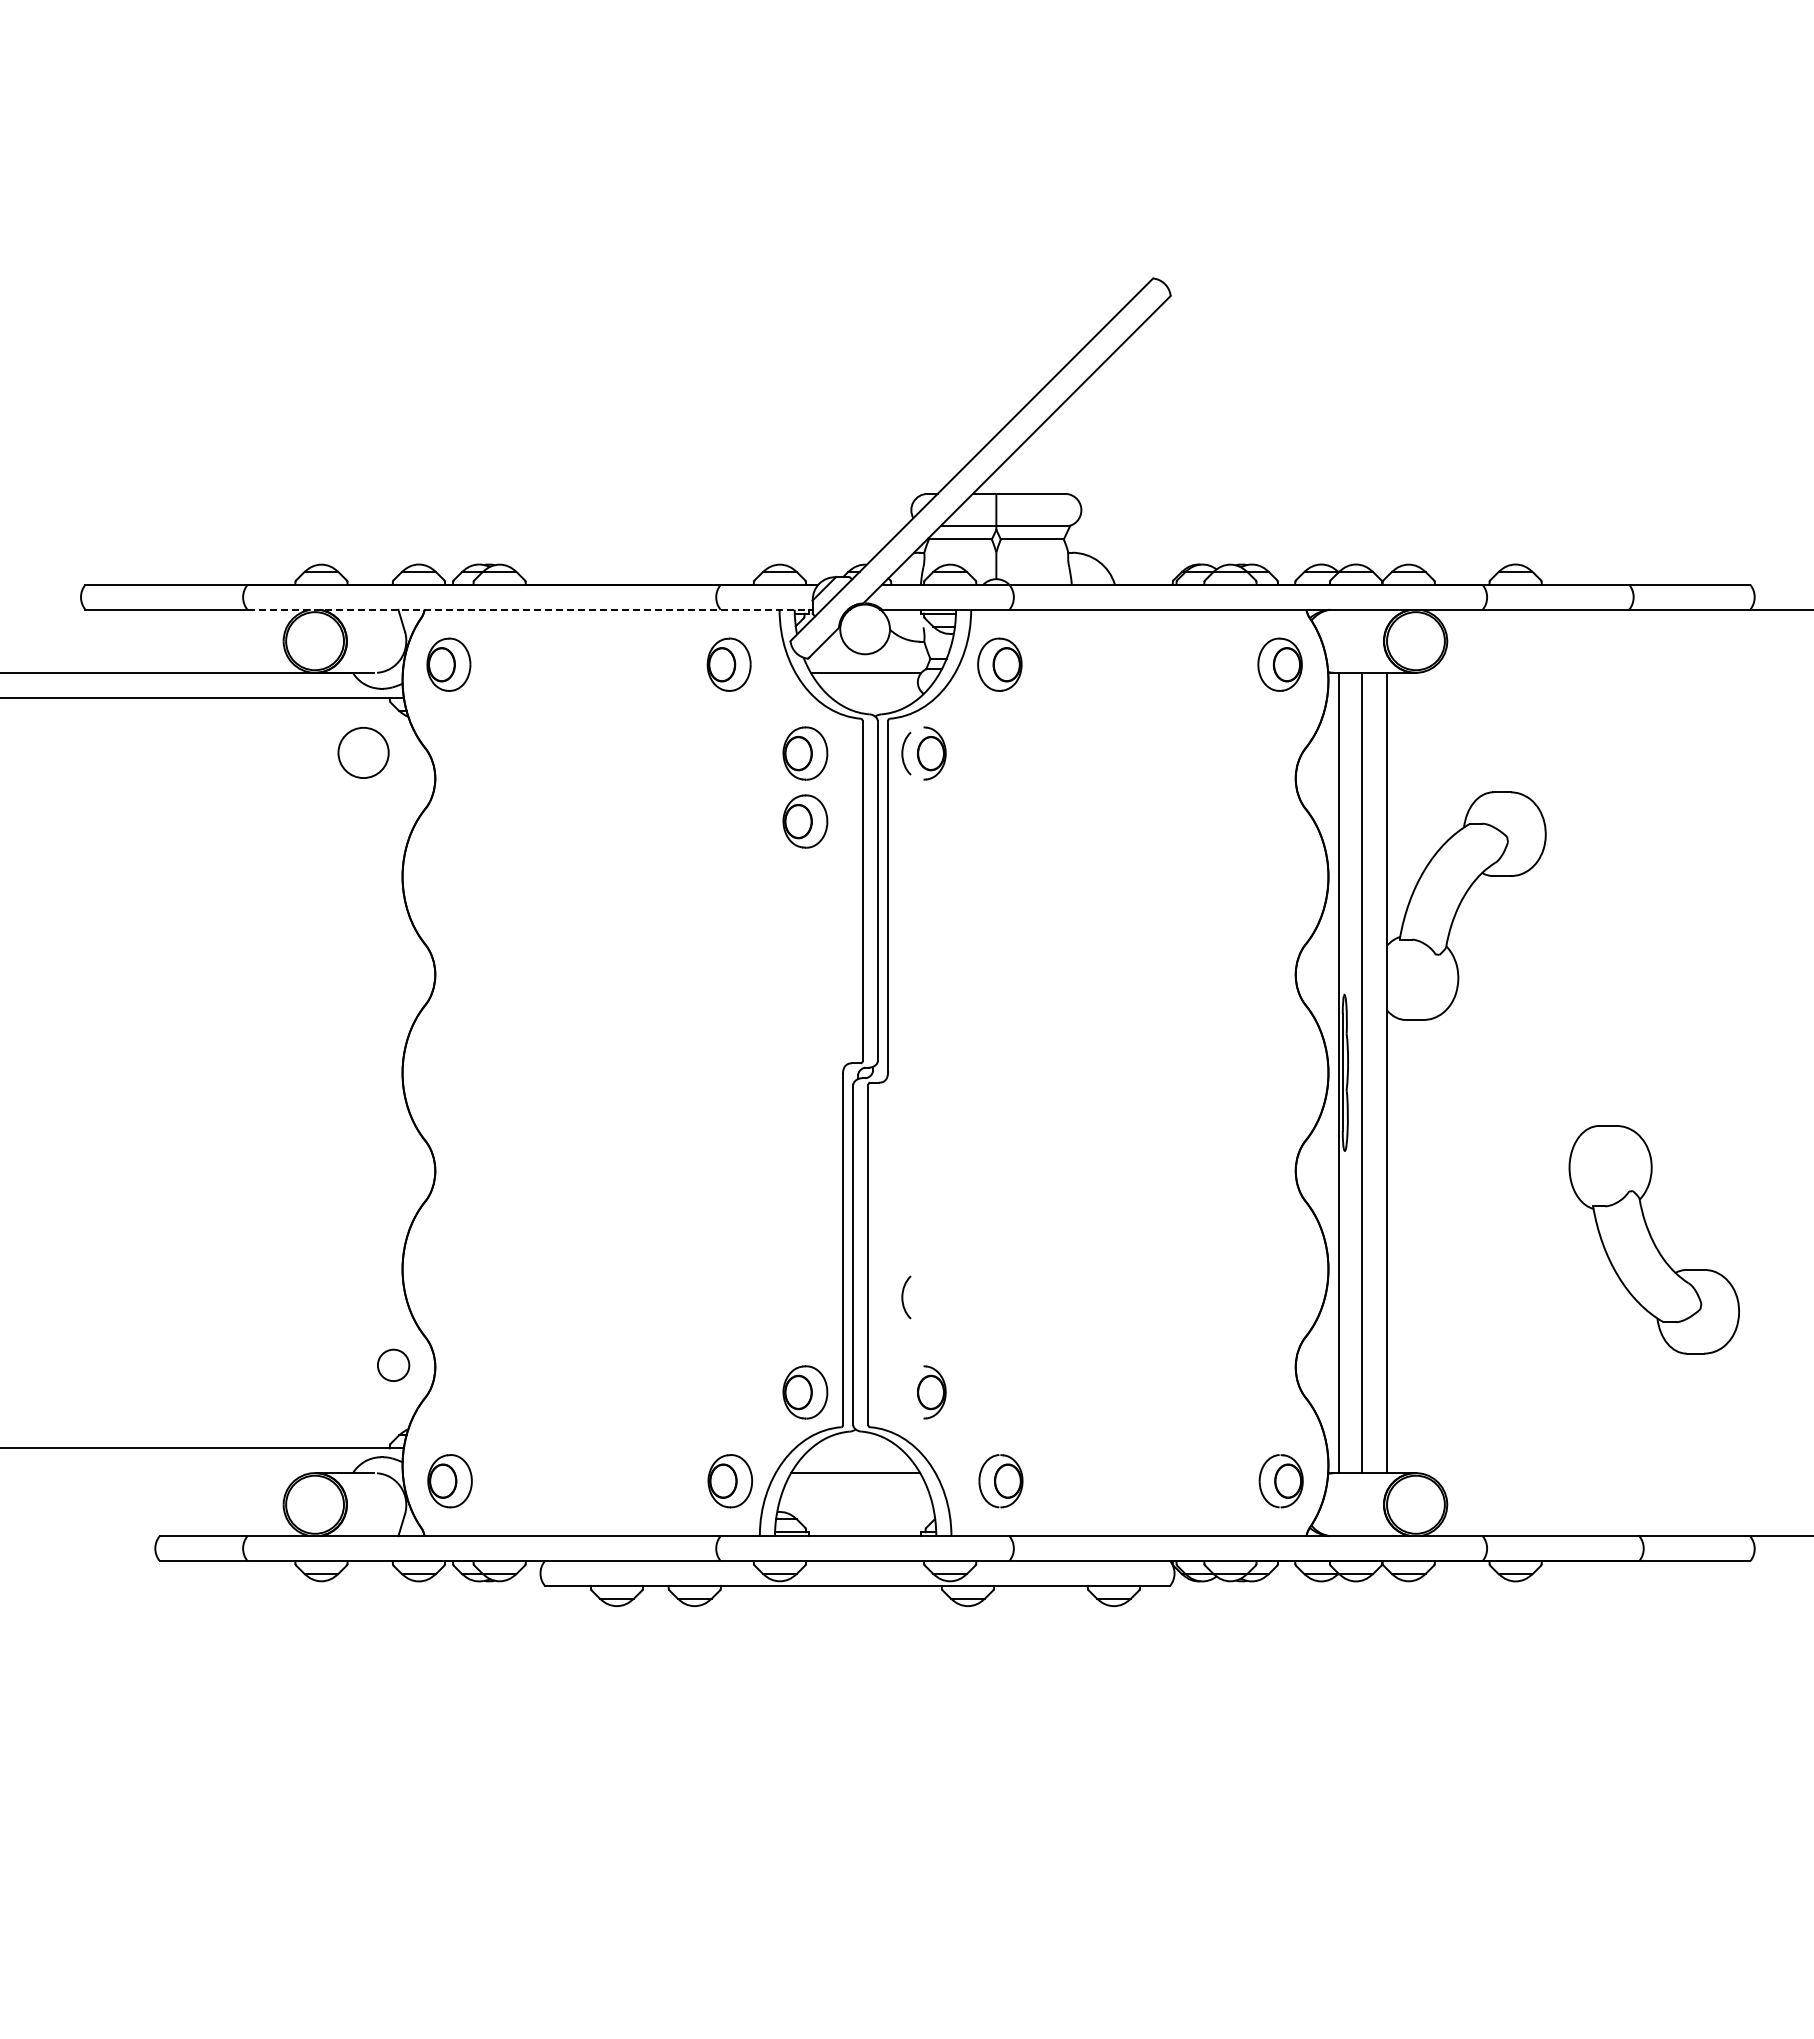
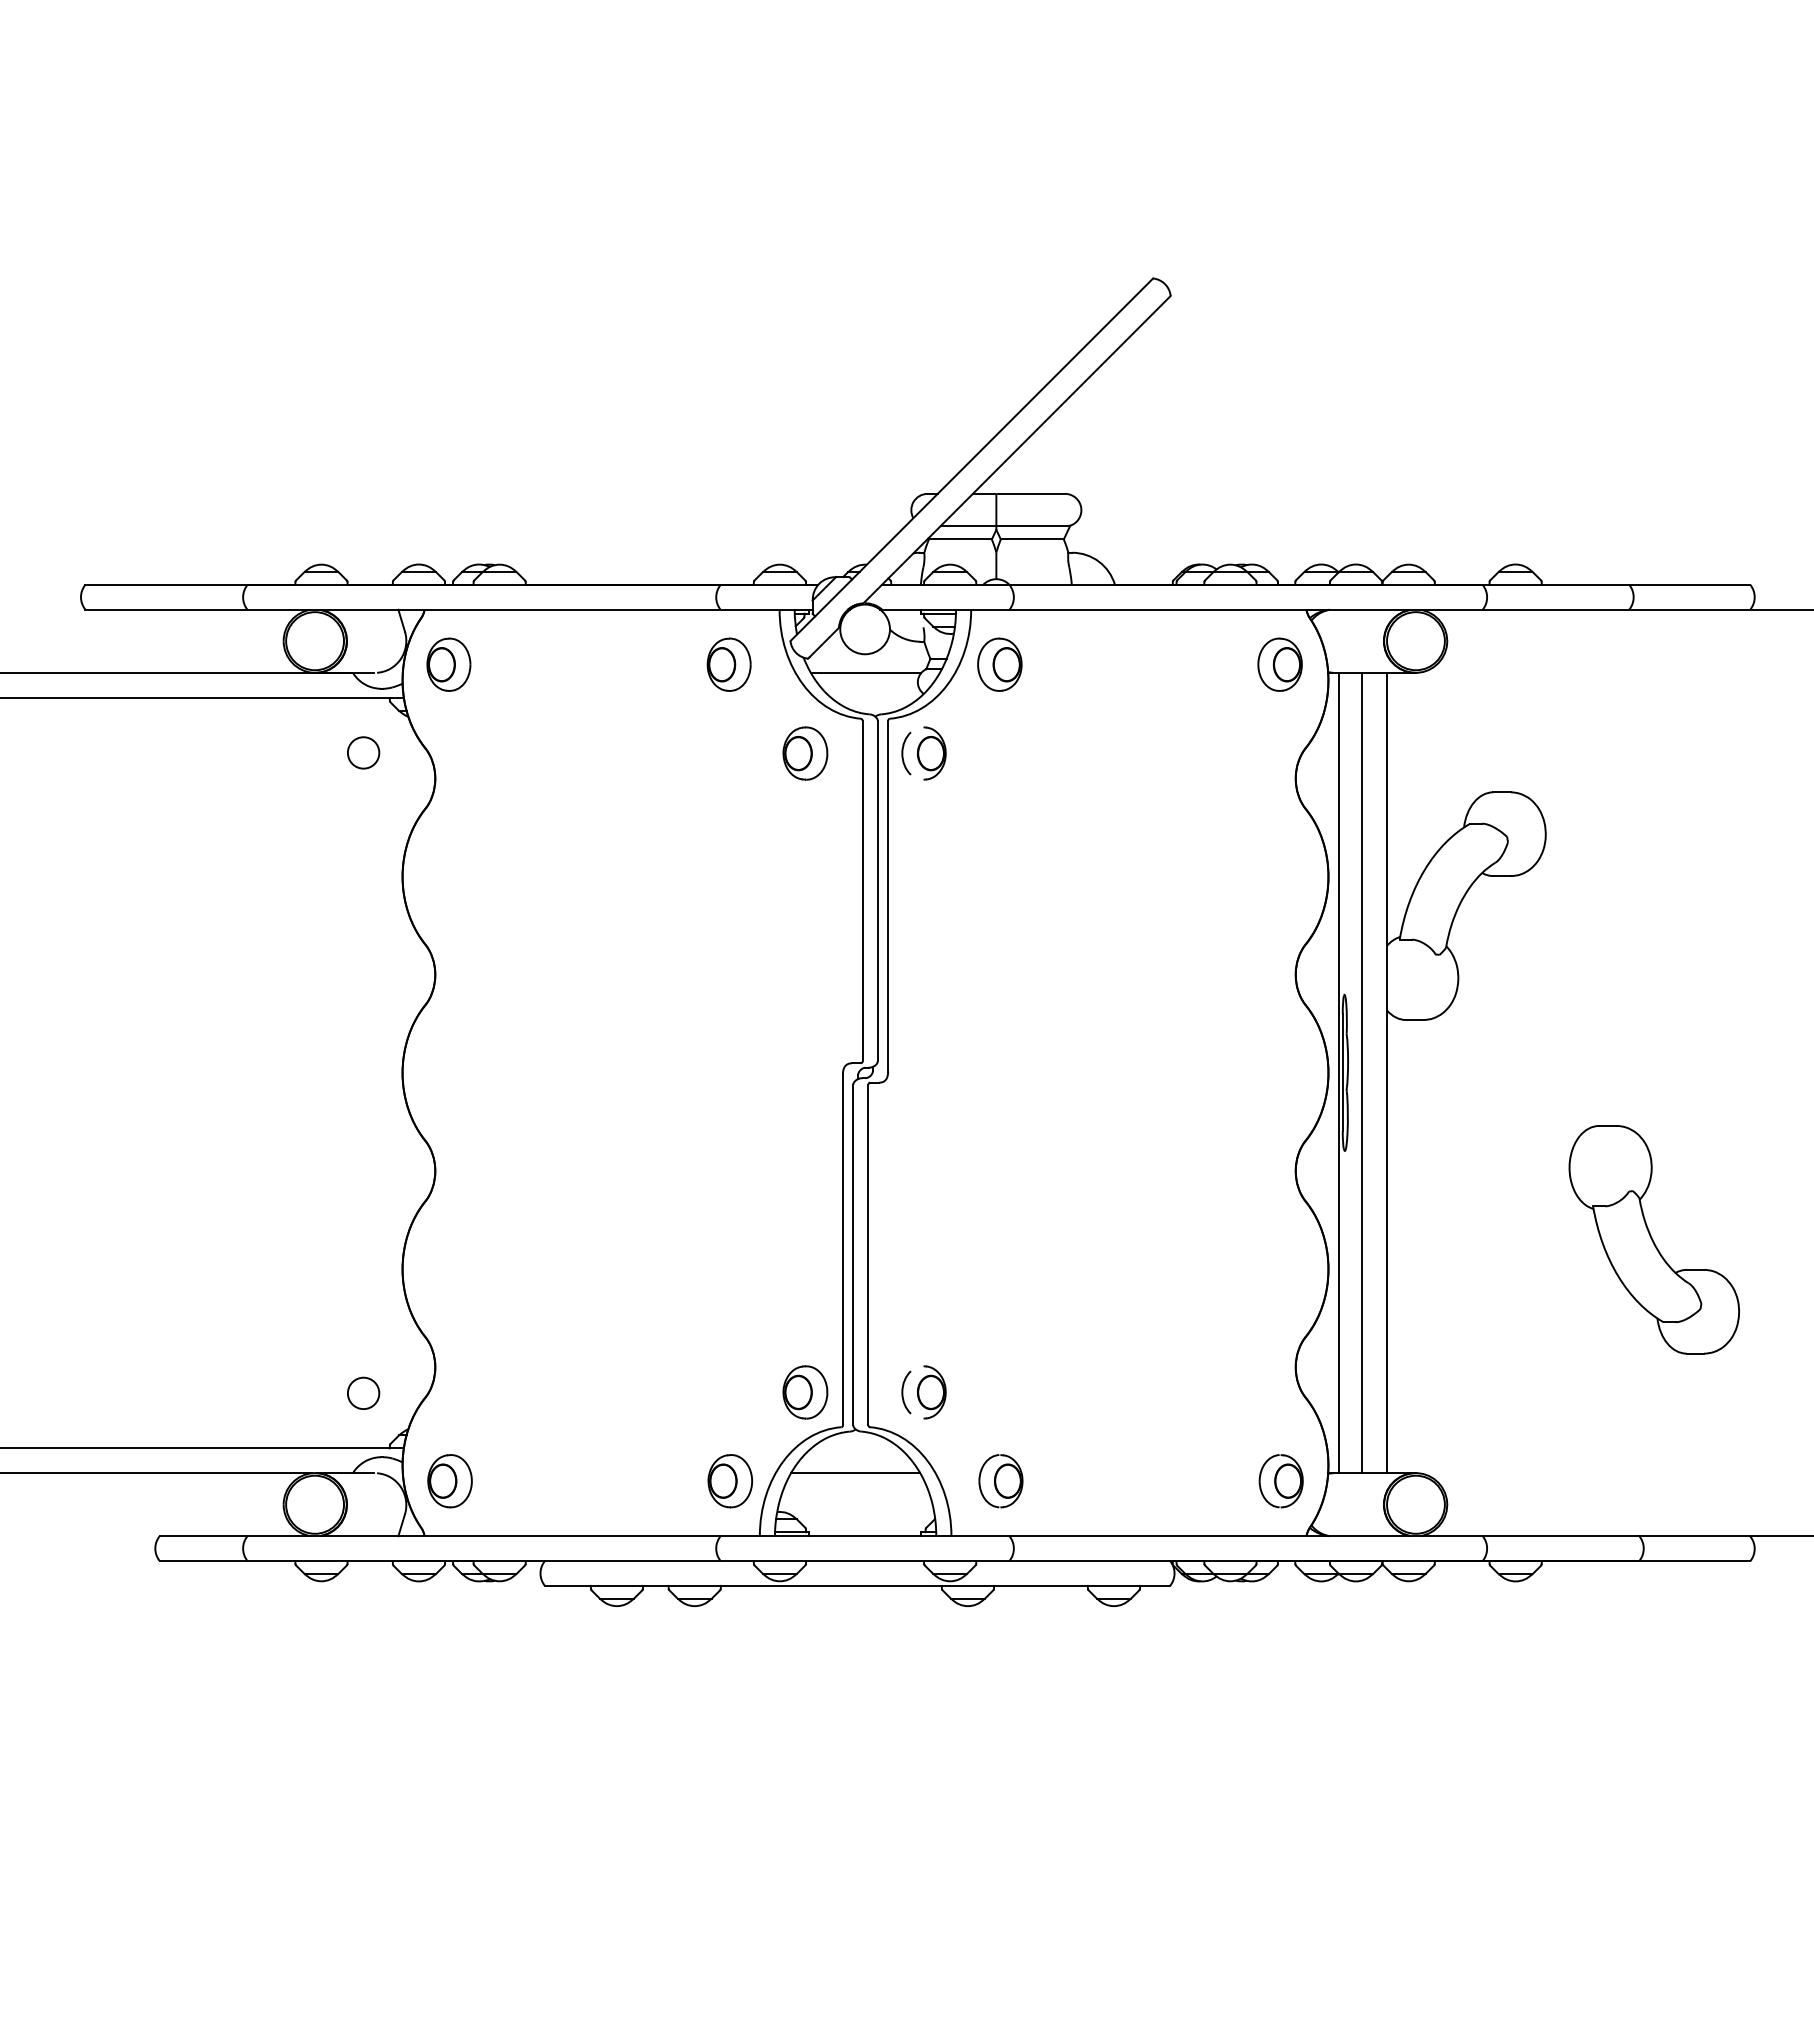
line at (530, 609): dashed -> solid
circle at (363, 752) diameter: 50 px -> 31 px
part at (805, 821): present -> none
curve at (903, 1297) position: (903, 1297) -> (903, 1392)
circle at (393, 1364) position: (393, 1364) -> (363, 1392)
line at (157, 1473): none -> present
